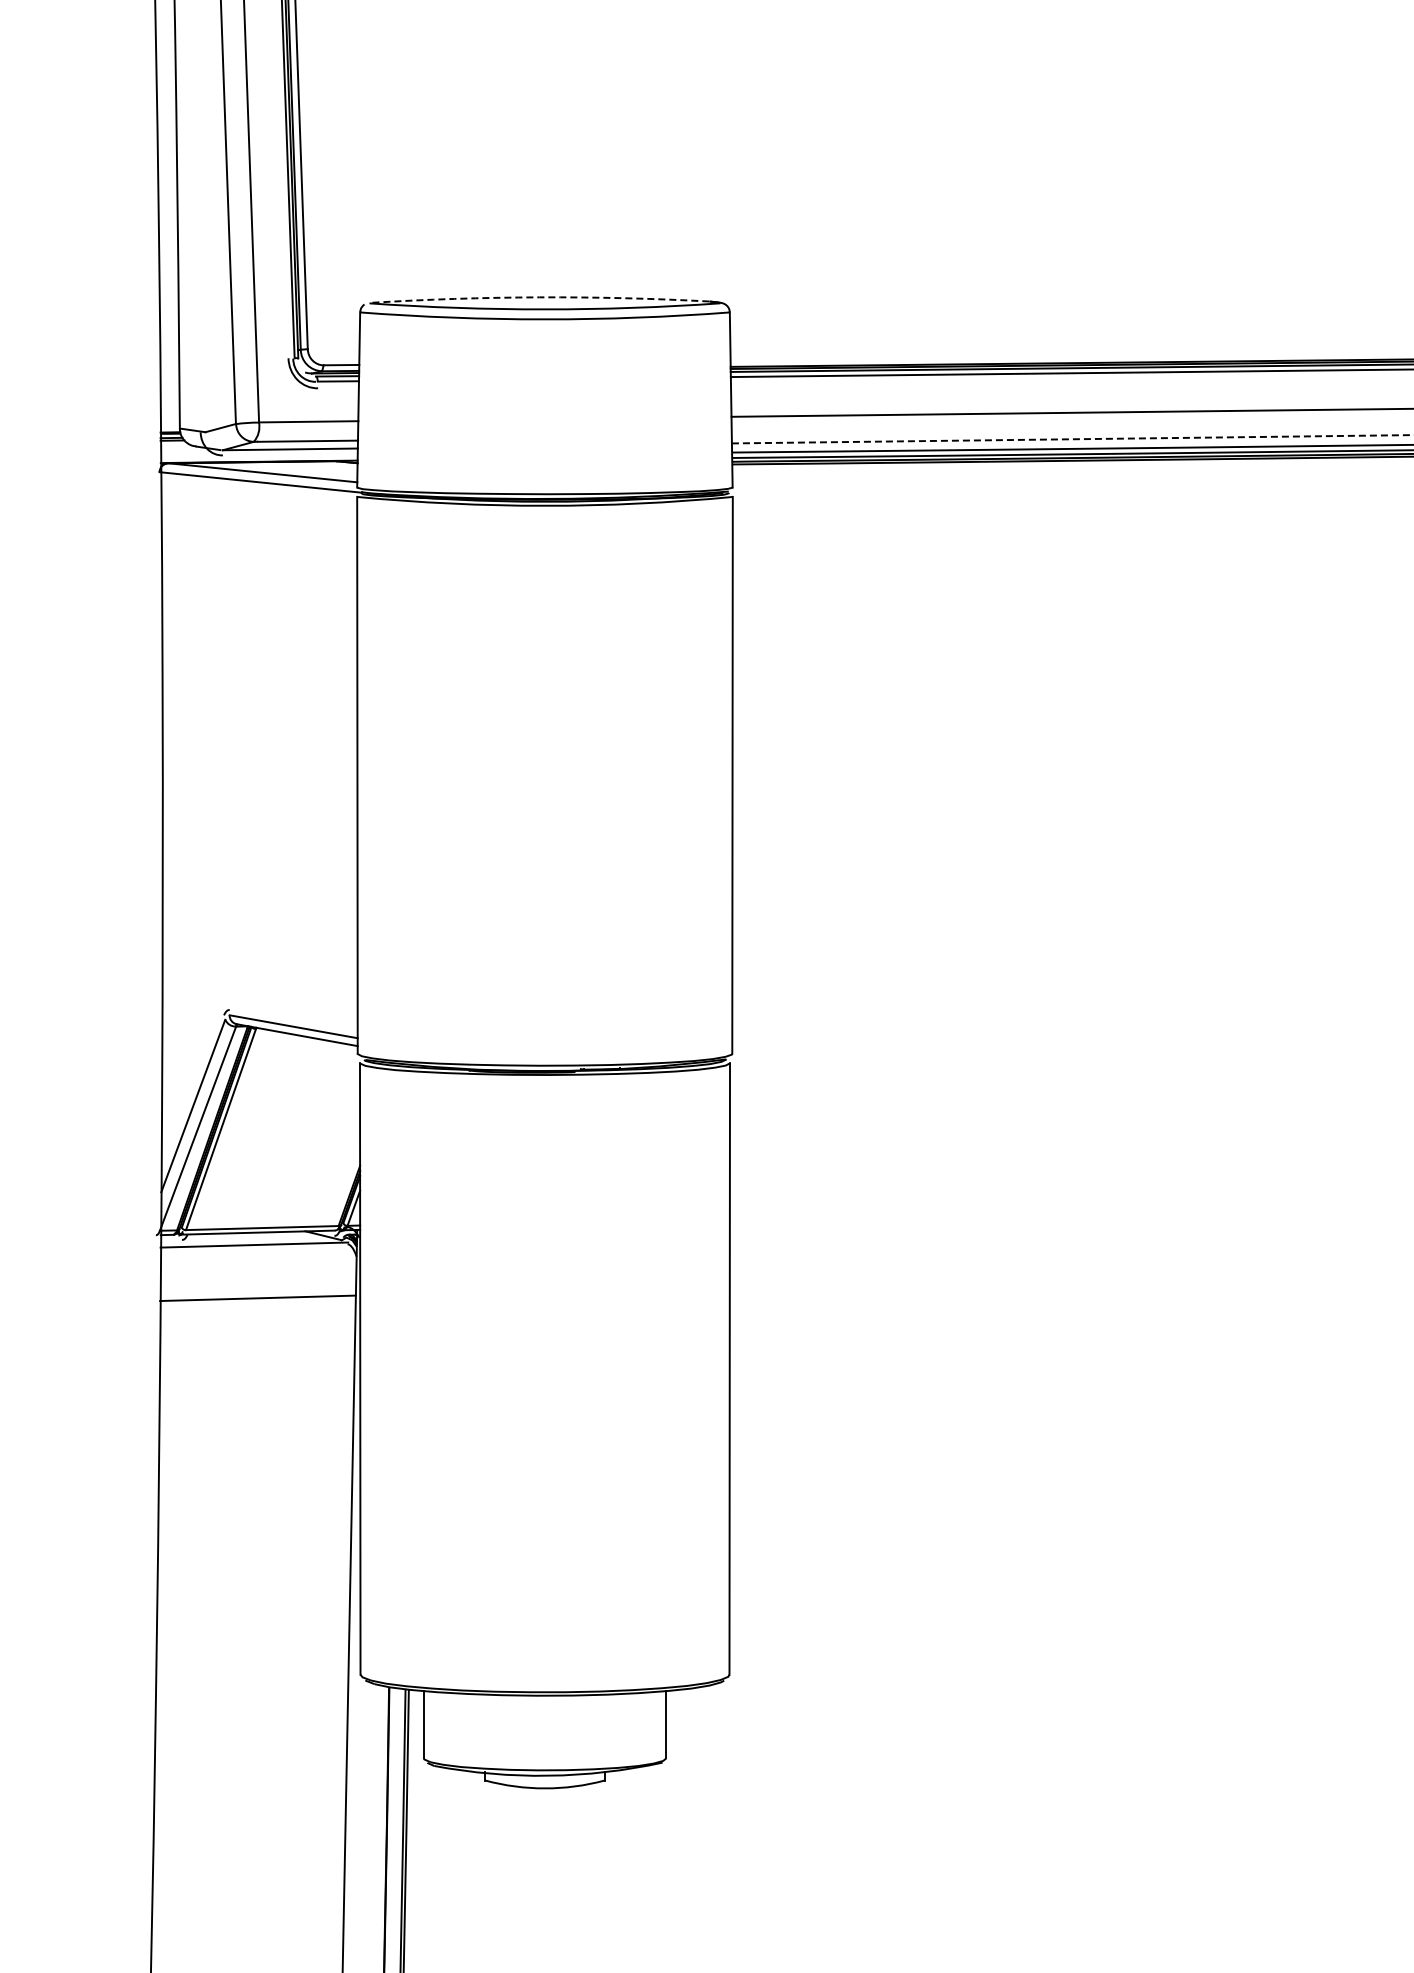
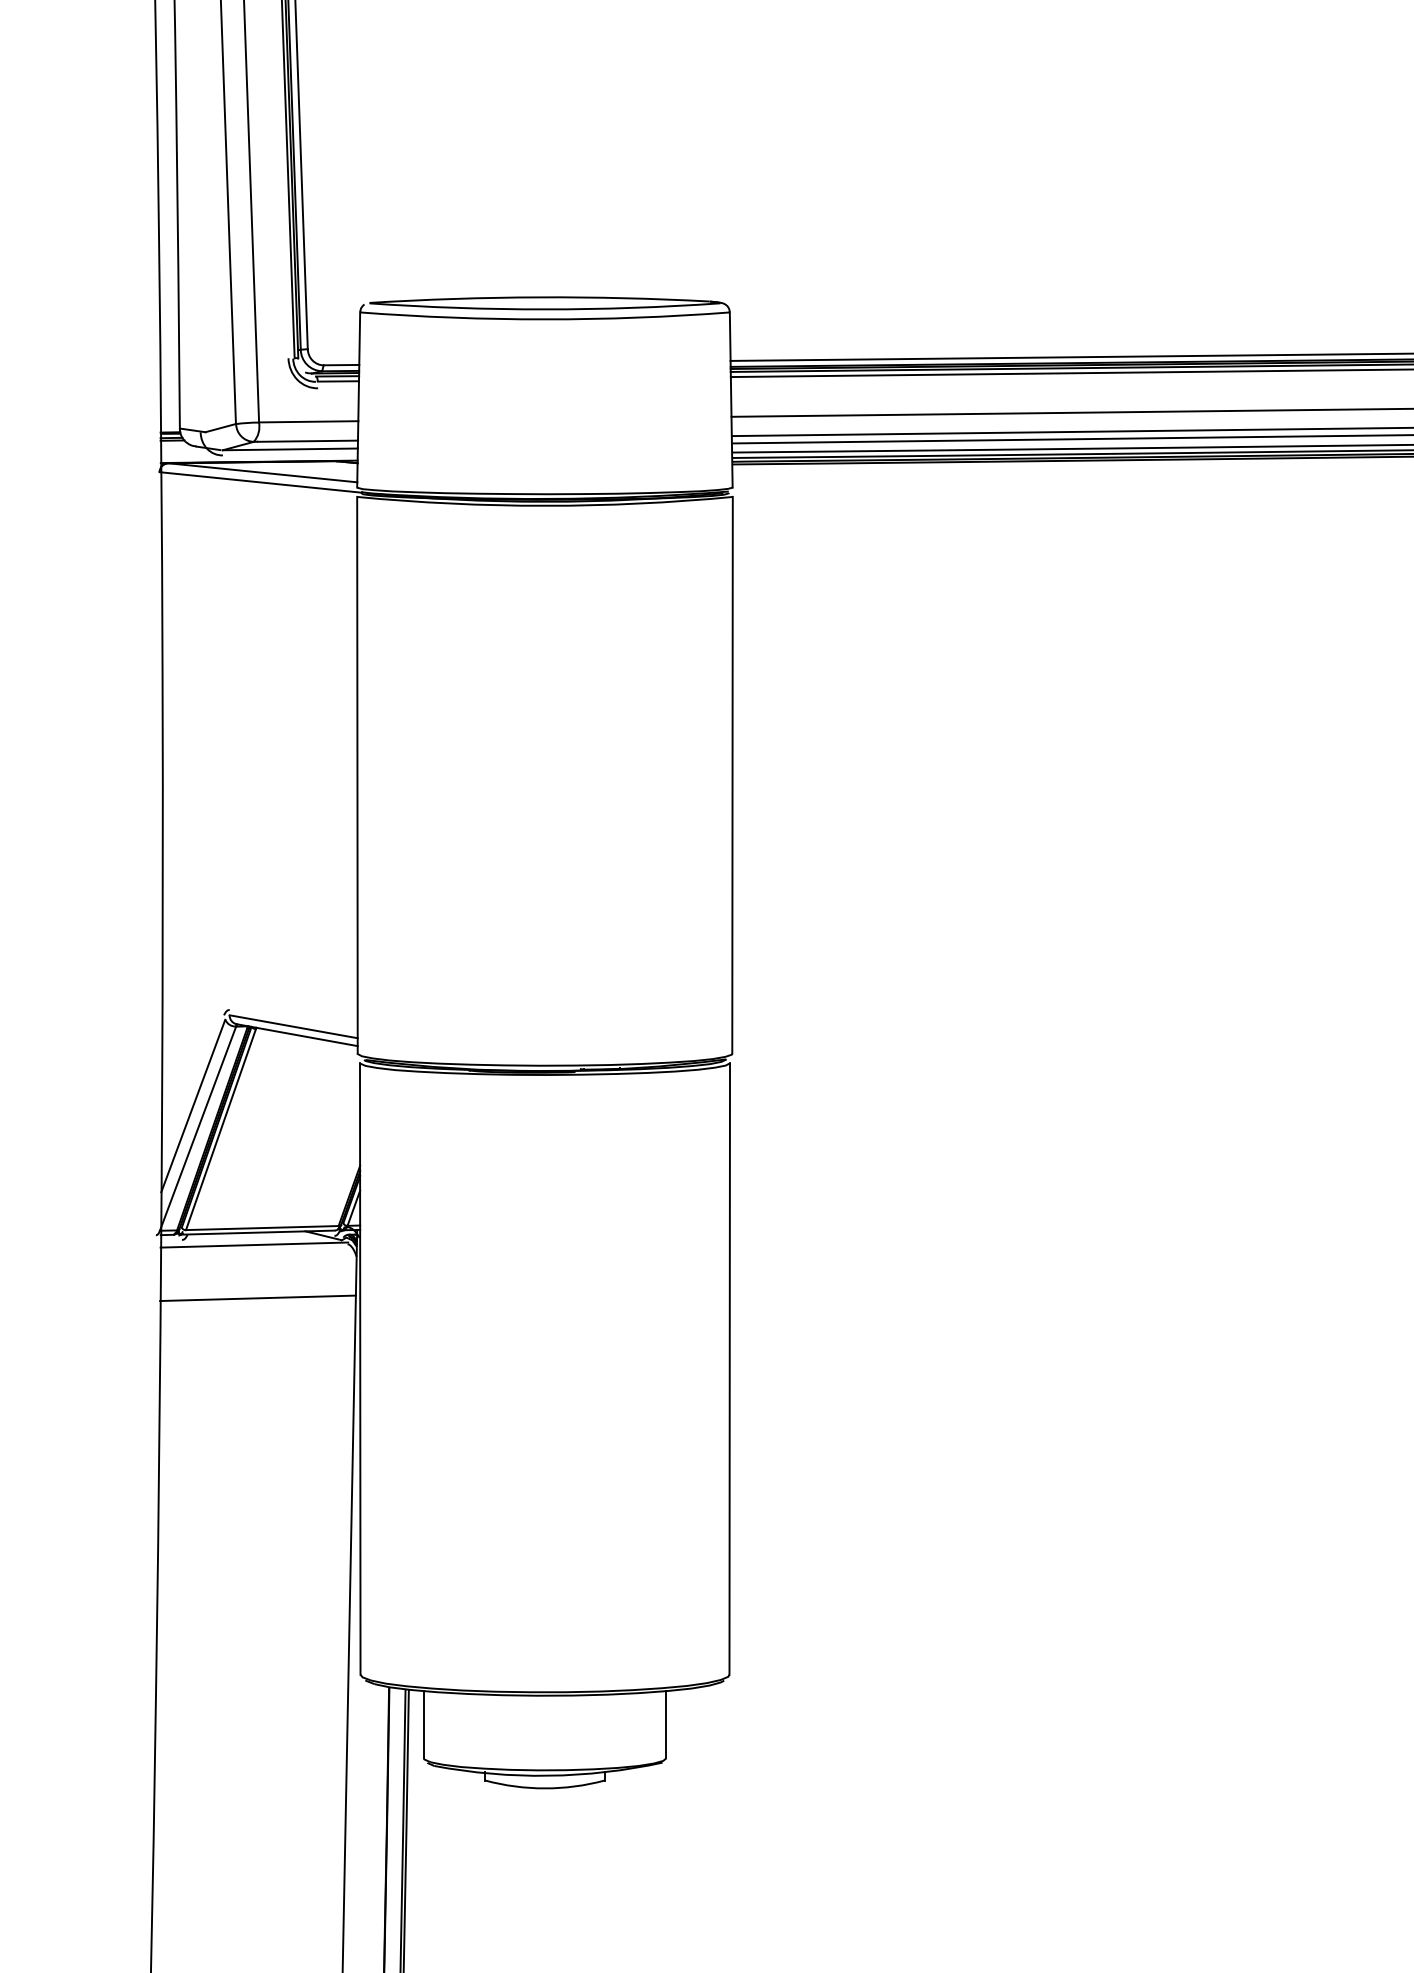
arc at (539, 297): dashed -> solid
line at (1070, 356): none -> present
line at (1070, 431): none -> present
line at (1072, 439): dashed -> solid
